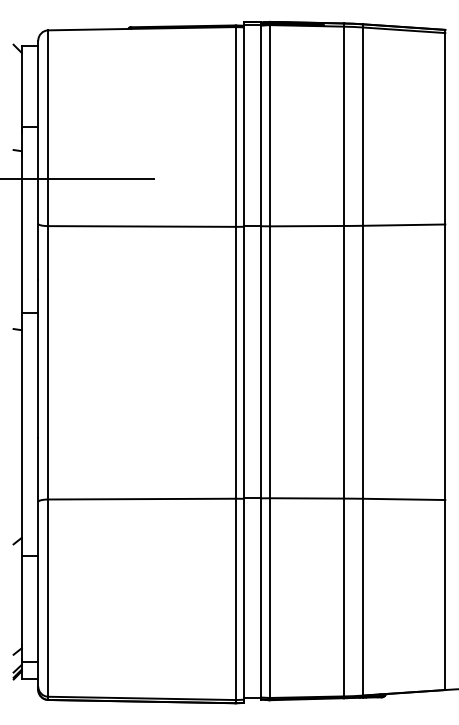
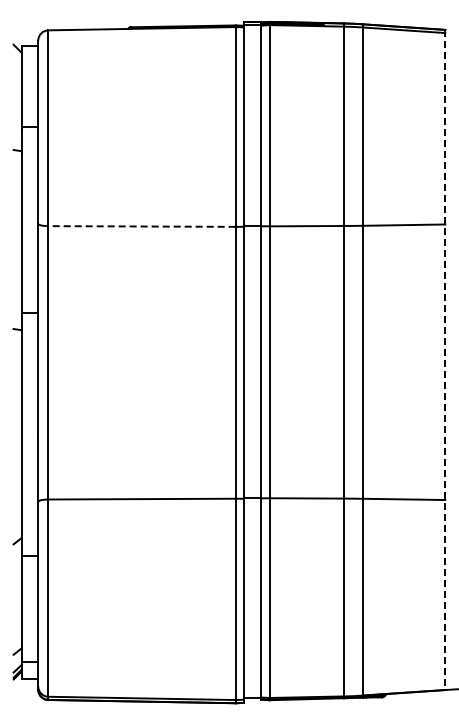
line at (78, 178): present -> none
line at (142, 226): solid -> dashed
line at (445, 360): solid -> dashed
